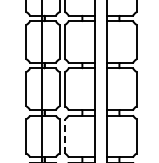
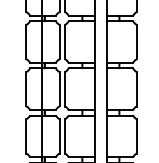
line at (65, 135): dashed -> solid
